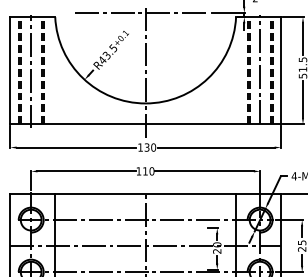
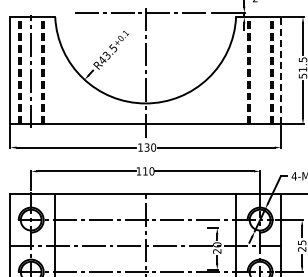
line at (260, 69): present -> none
line at (280, 70): solid -> dashed
